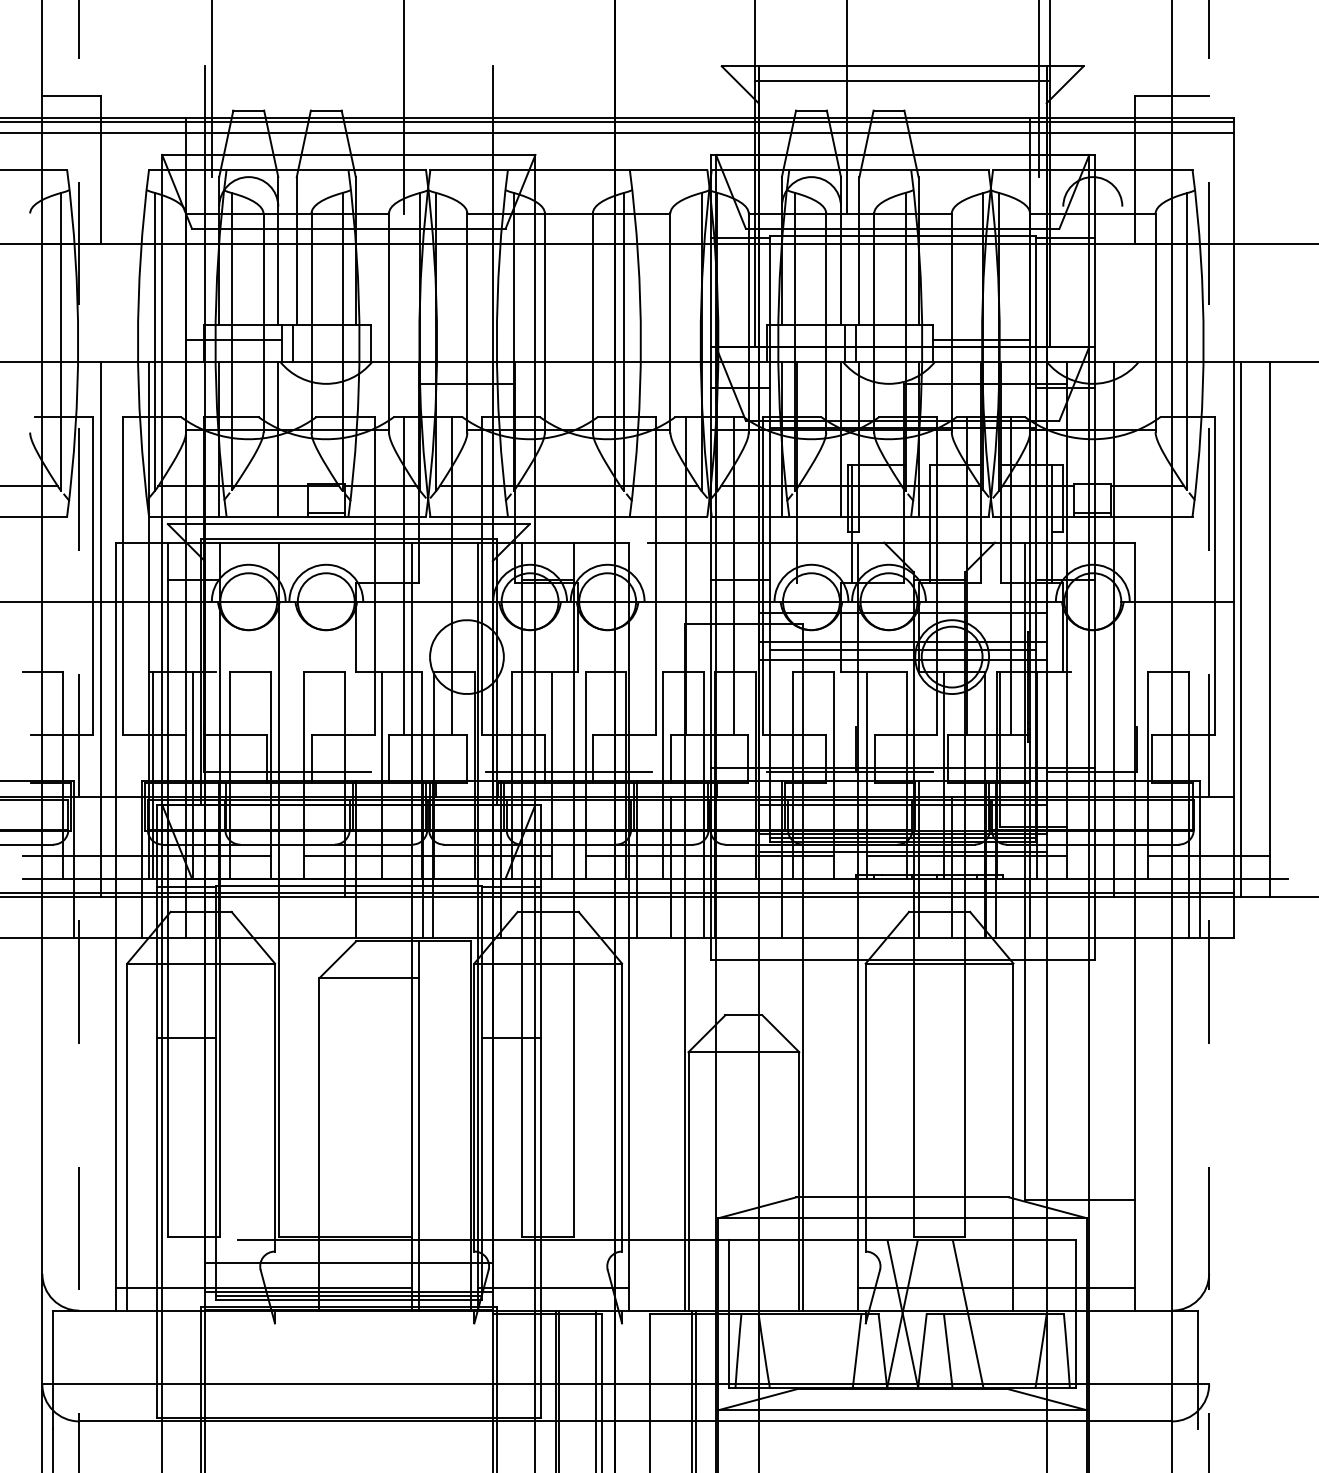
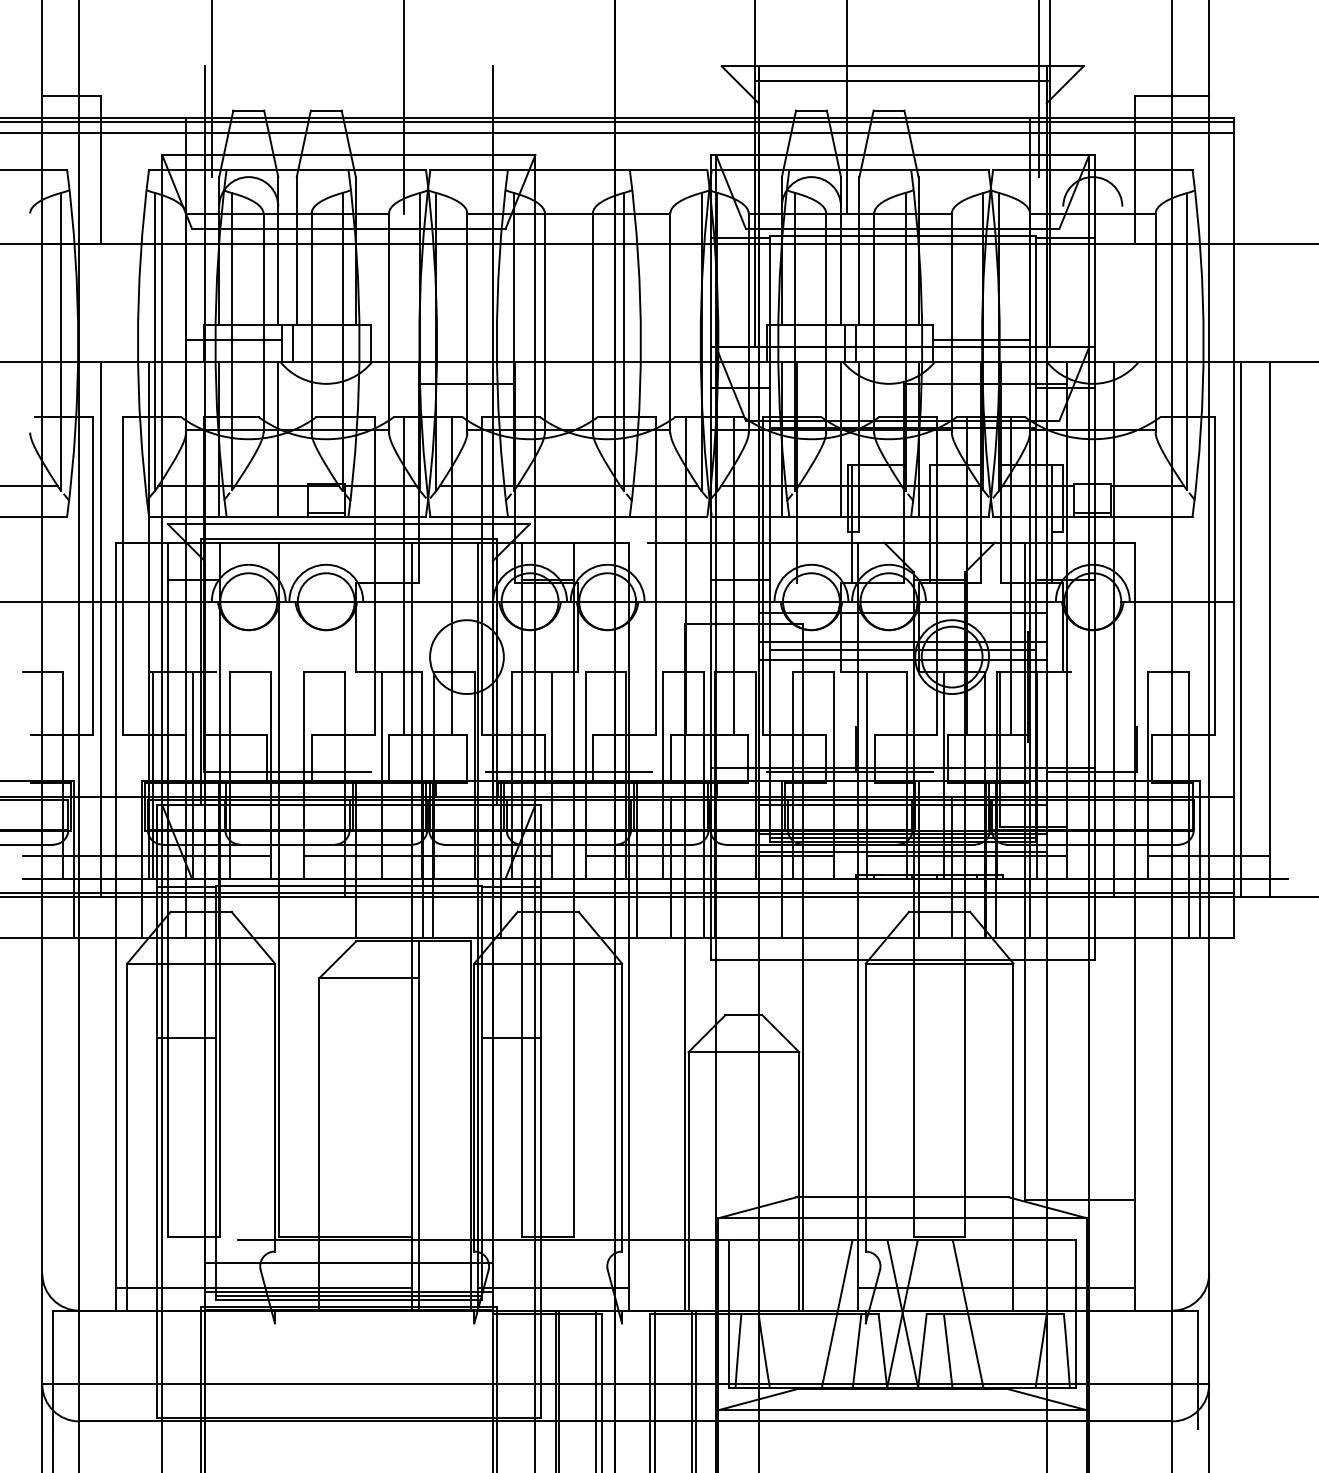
line at (79, 736): dashed -> solid
line at (1209, 736): dashed -> solid
line at (836, 1314): none -> present
line at (655, 1389): none -> present
